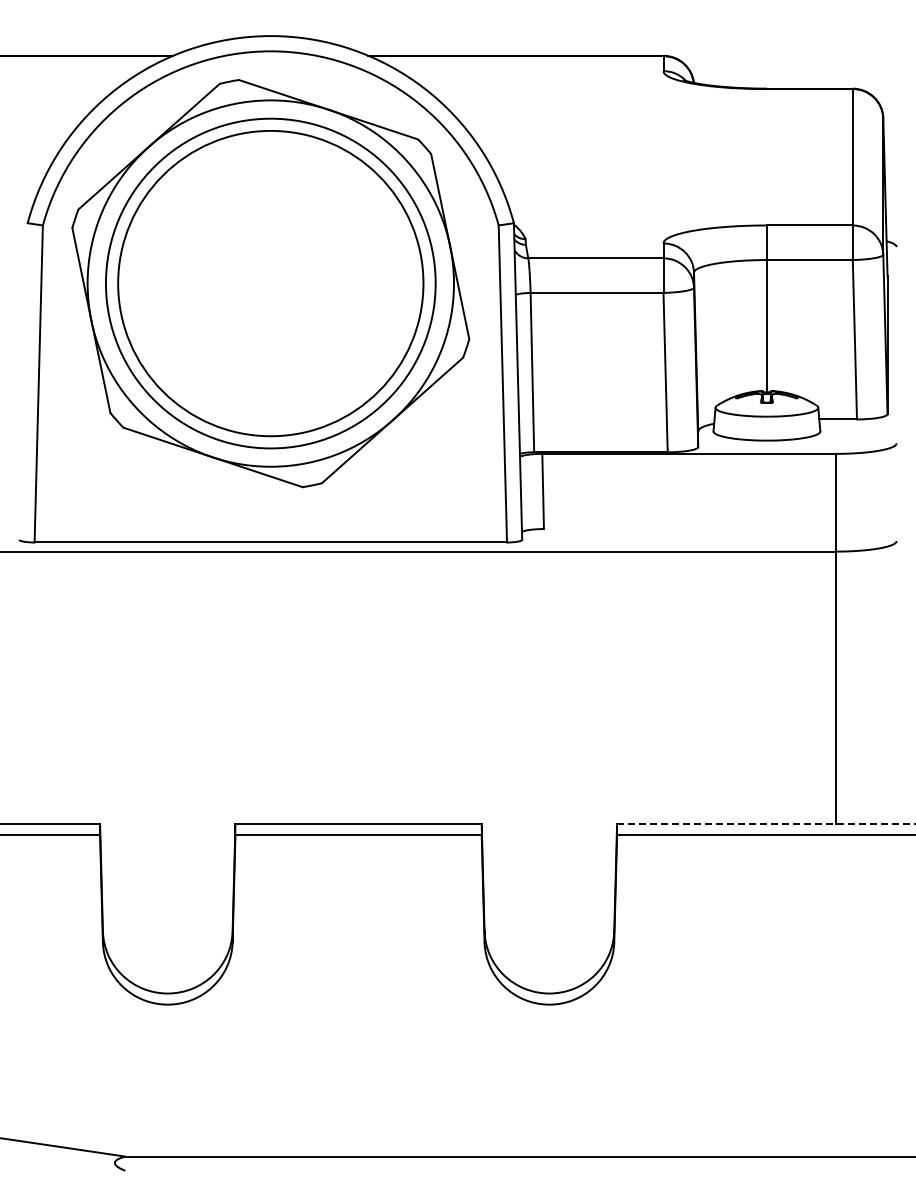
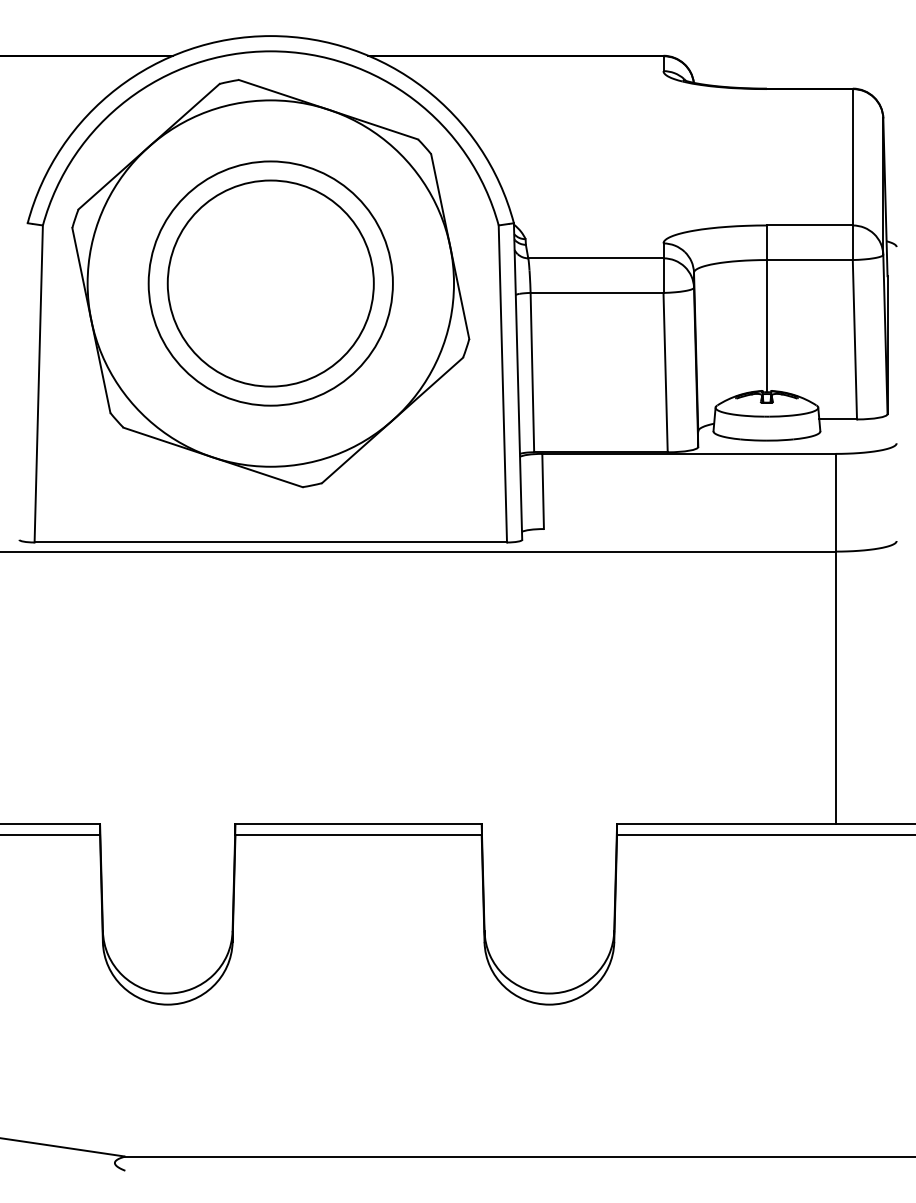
circle at (270, 283) diameter: 305 px -> 244 px
circle at (270, 283) diameter: 330 px -> 206 px
line at (766, 824): dashed -> solid
